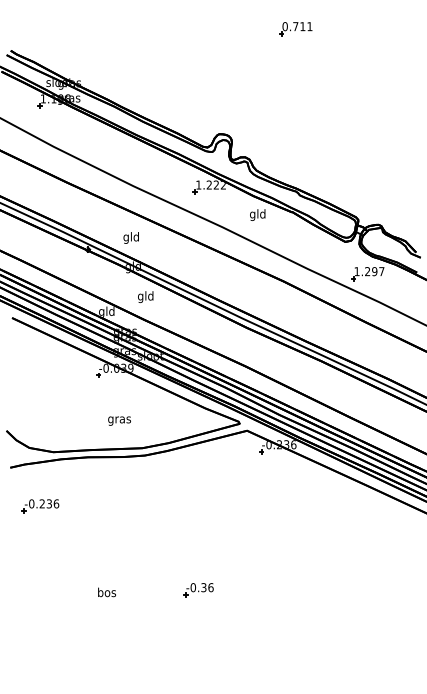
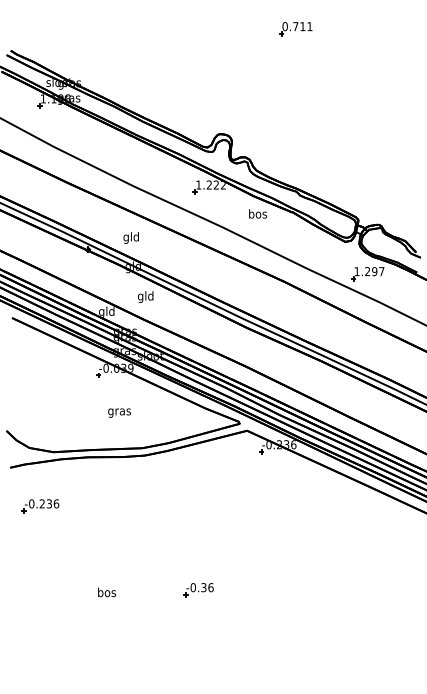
text at (258, 214): gld -> bos
text at (119, 420) position: (119, 420) -> (119, 412)
